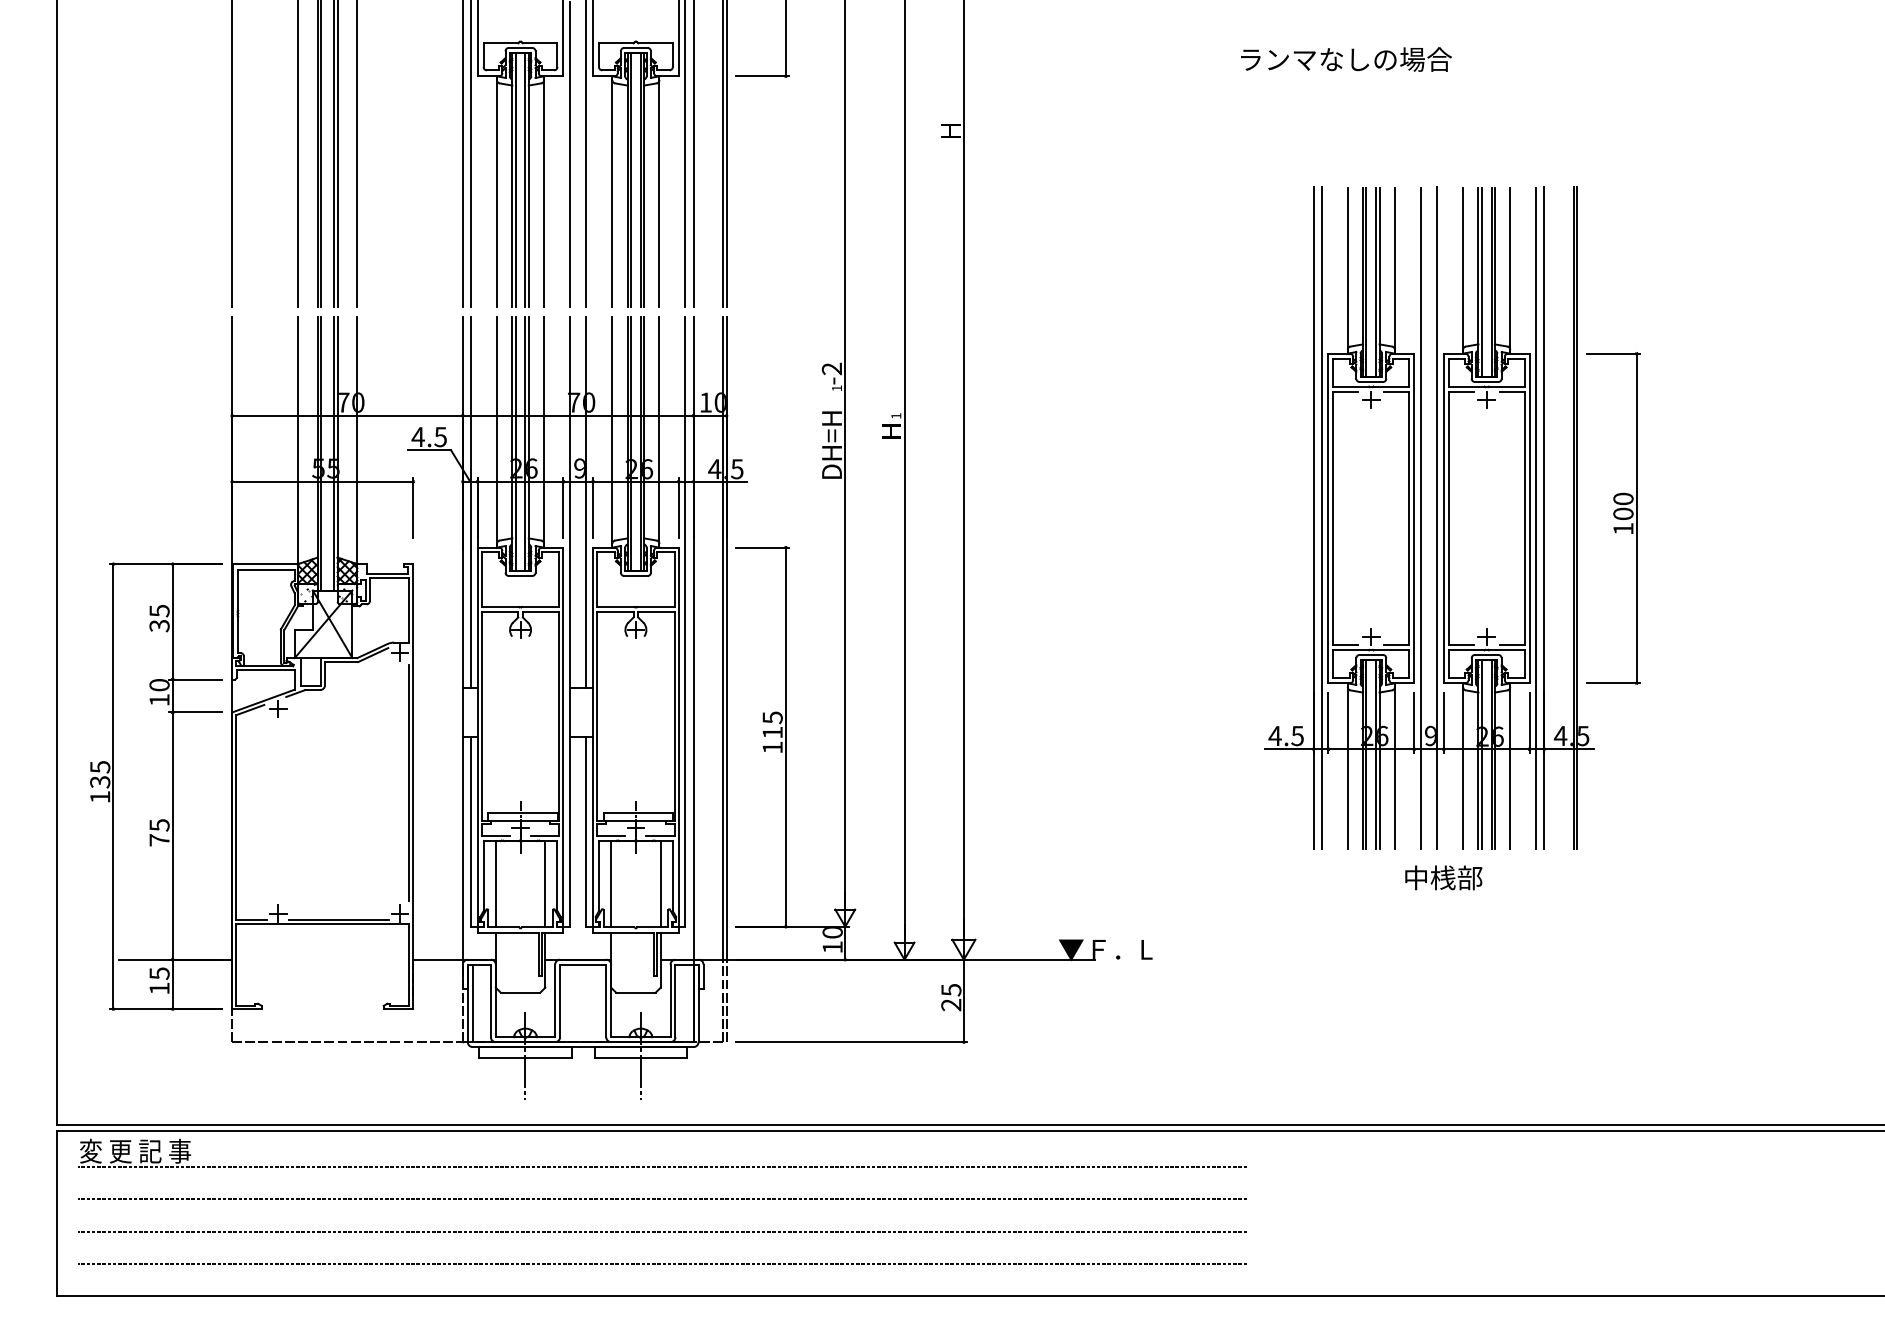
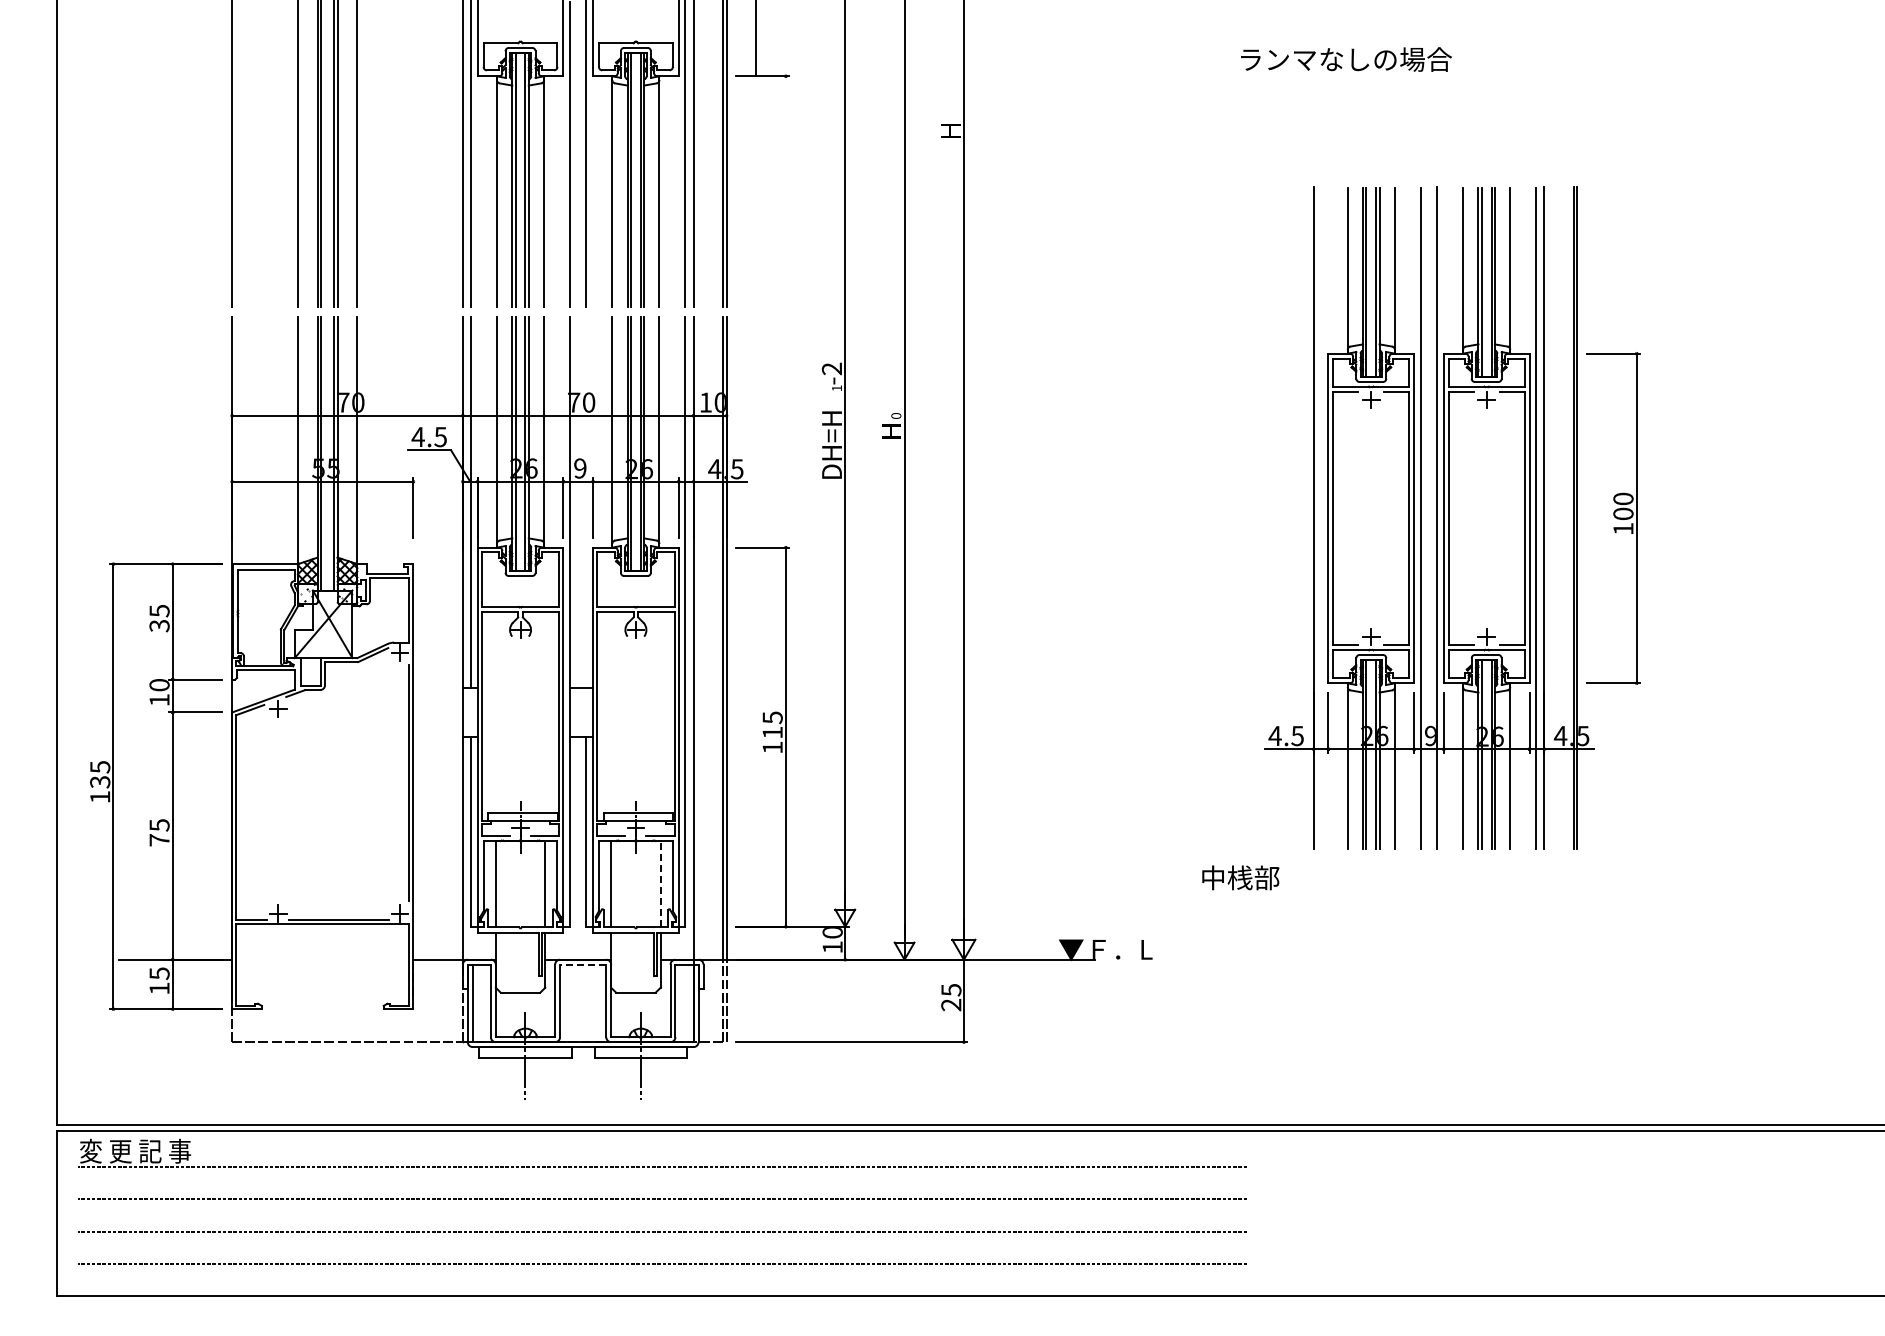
line at (785, 39) position: (785, 39) -> (755, 39)
text at (896, 415): 1 -> 0
line at (586, 501): present -> none
line at (1321, 518): present -> none
text at (1443, 877) position: (1443, 877) -> (1240, 877)
line at (660, 883): solid -> dashed
line at (582, 964): solid -> dashed
